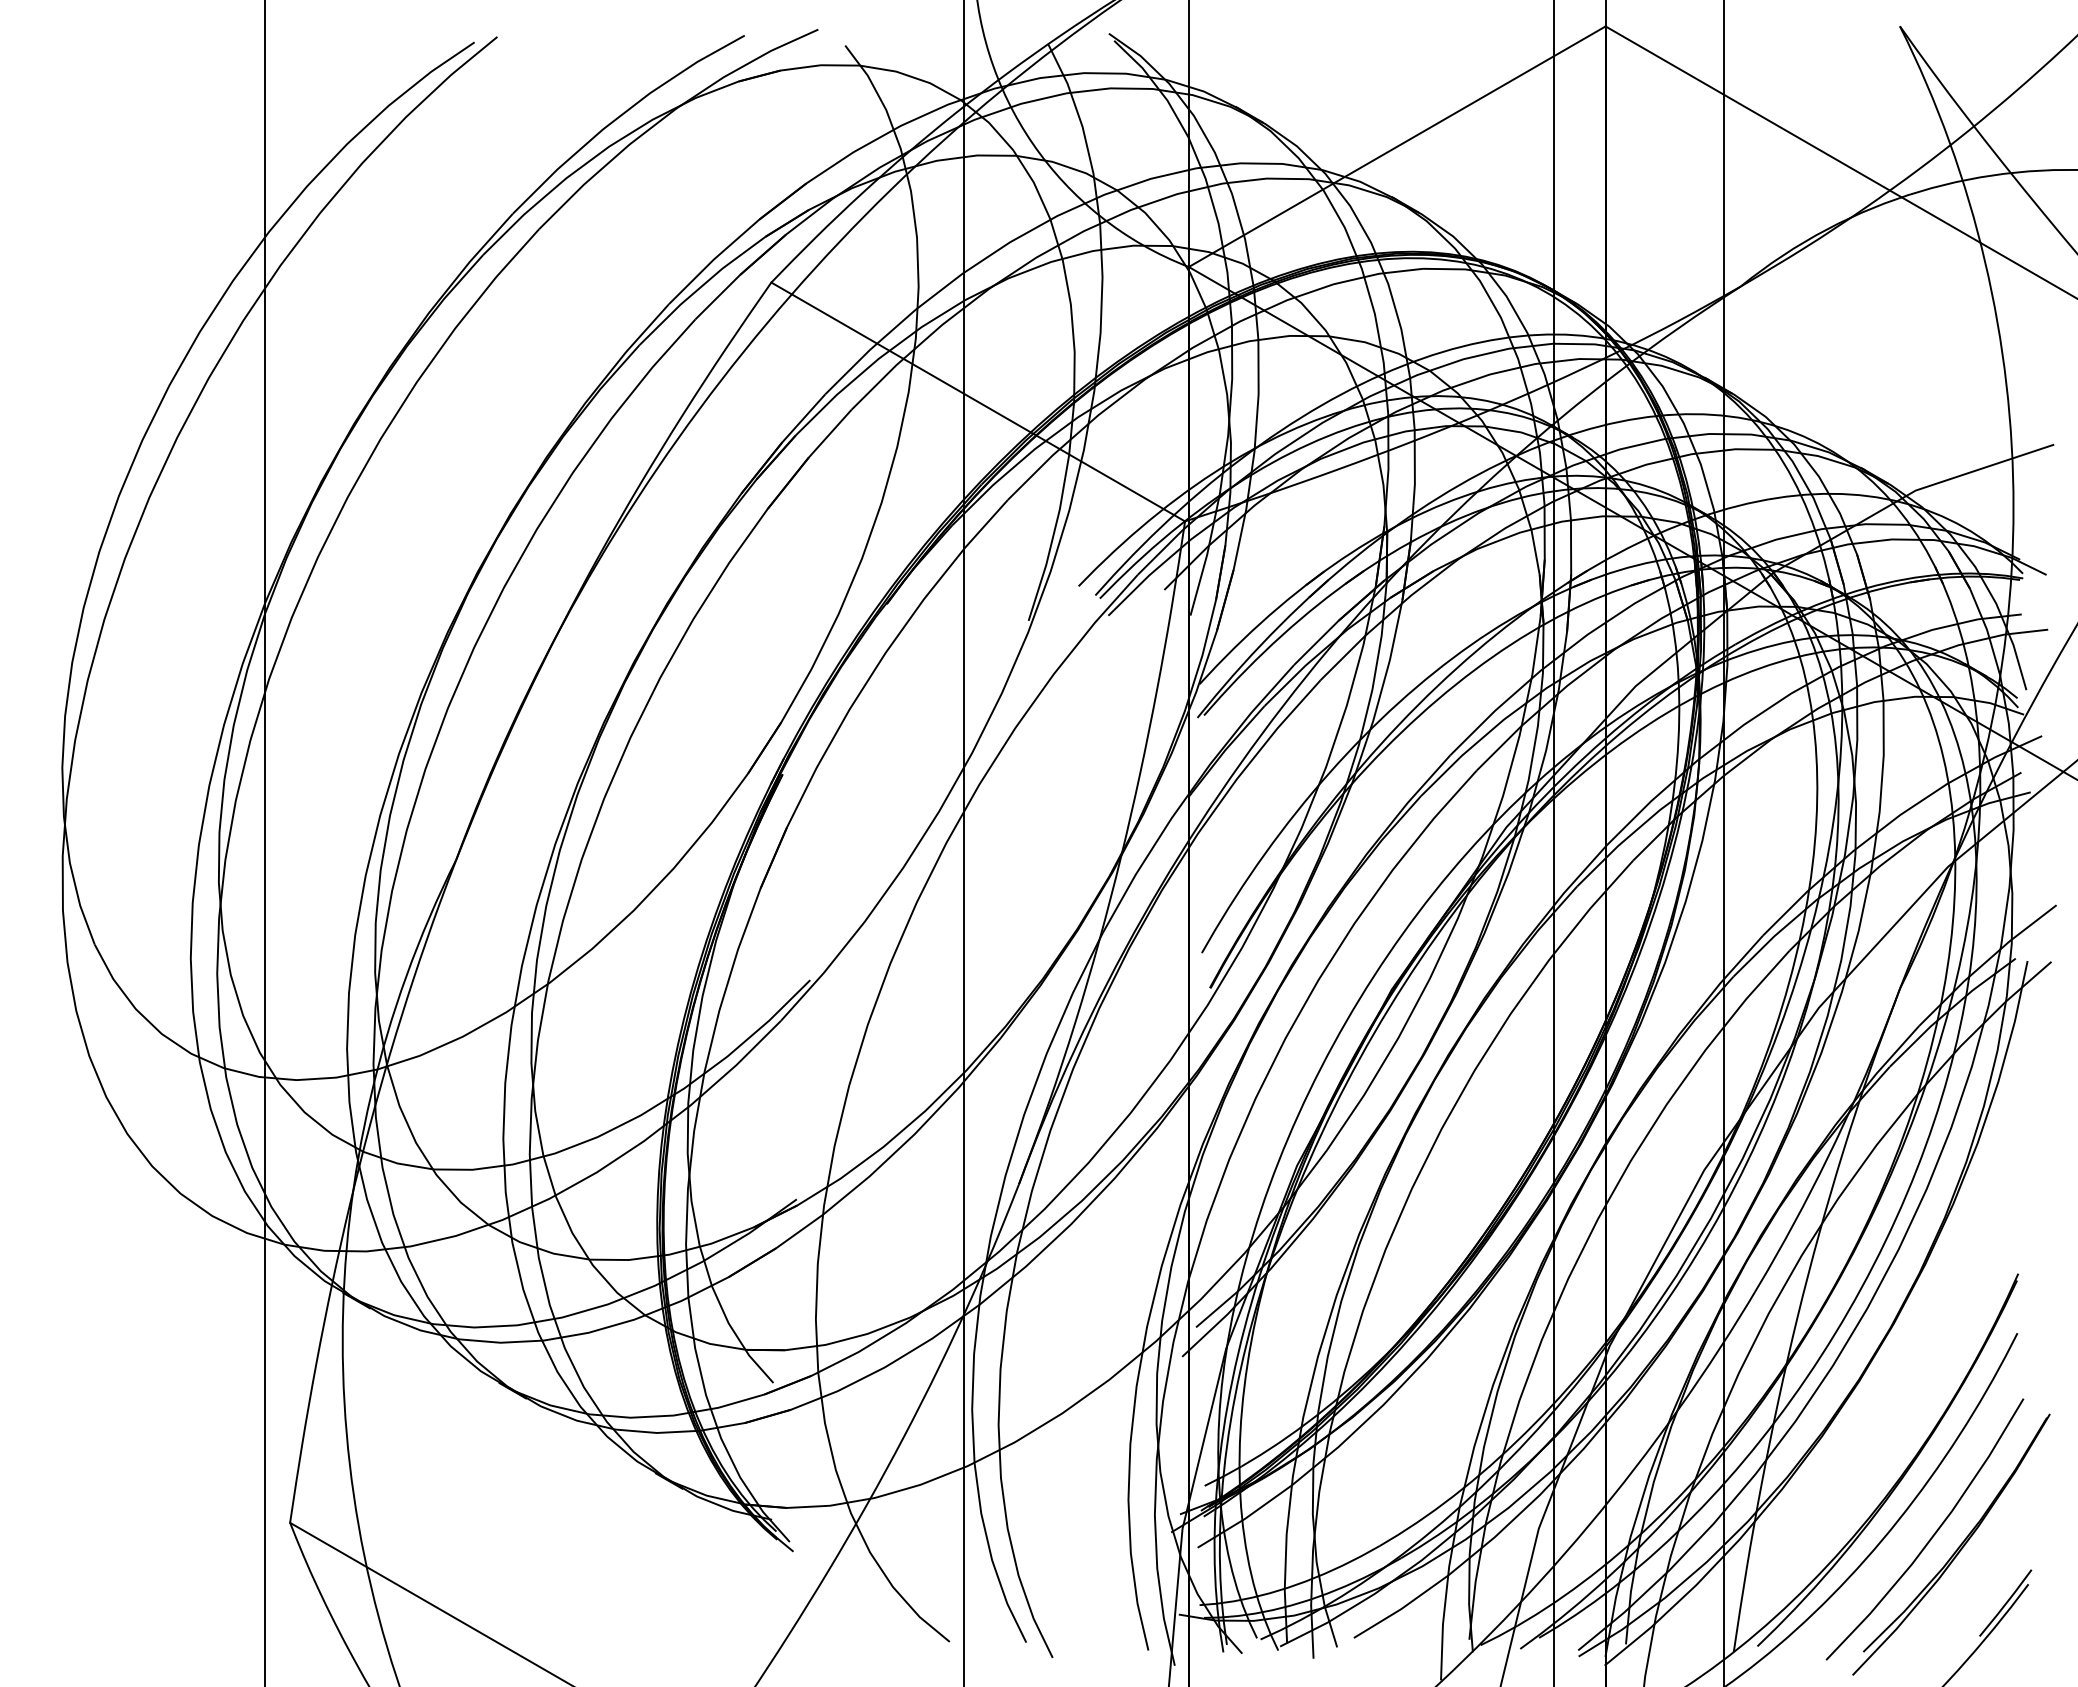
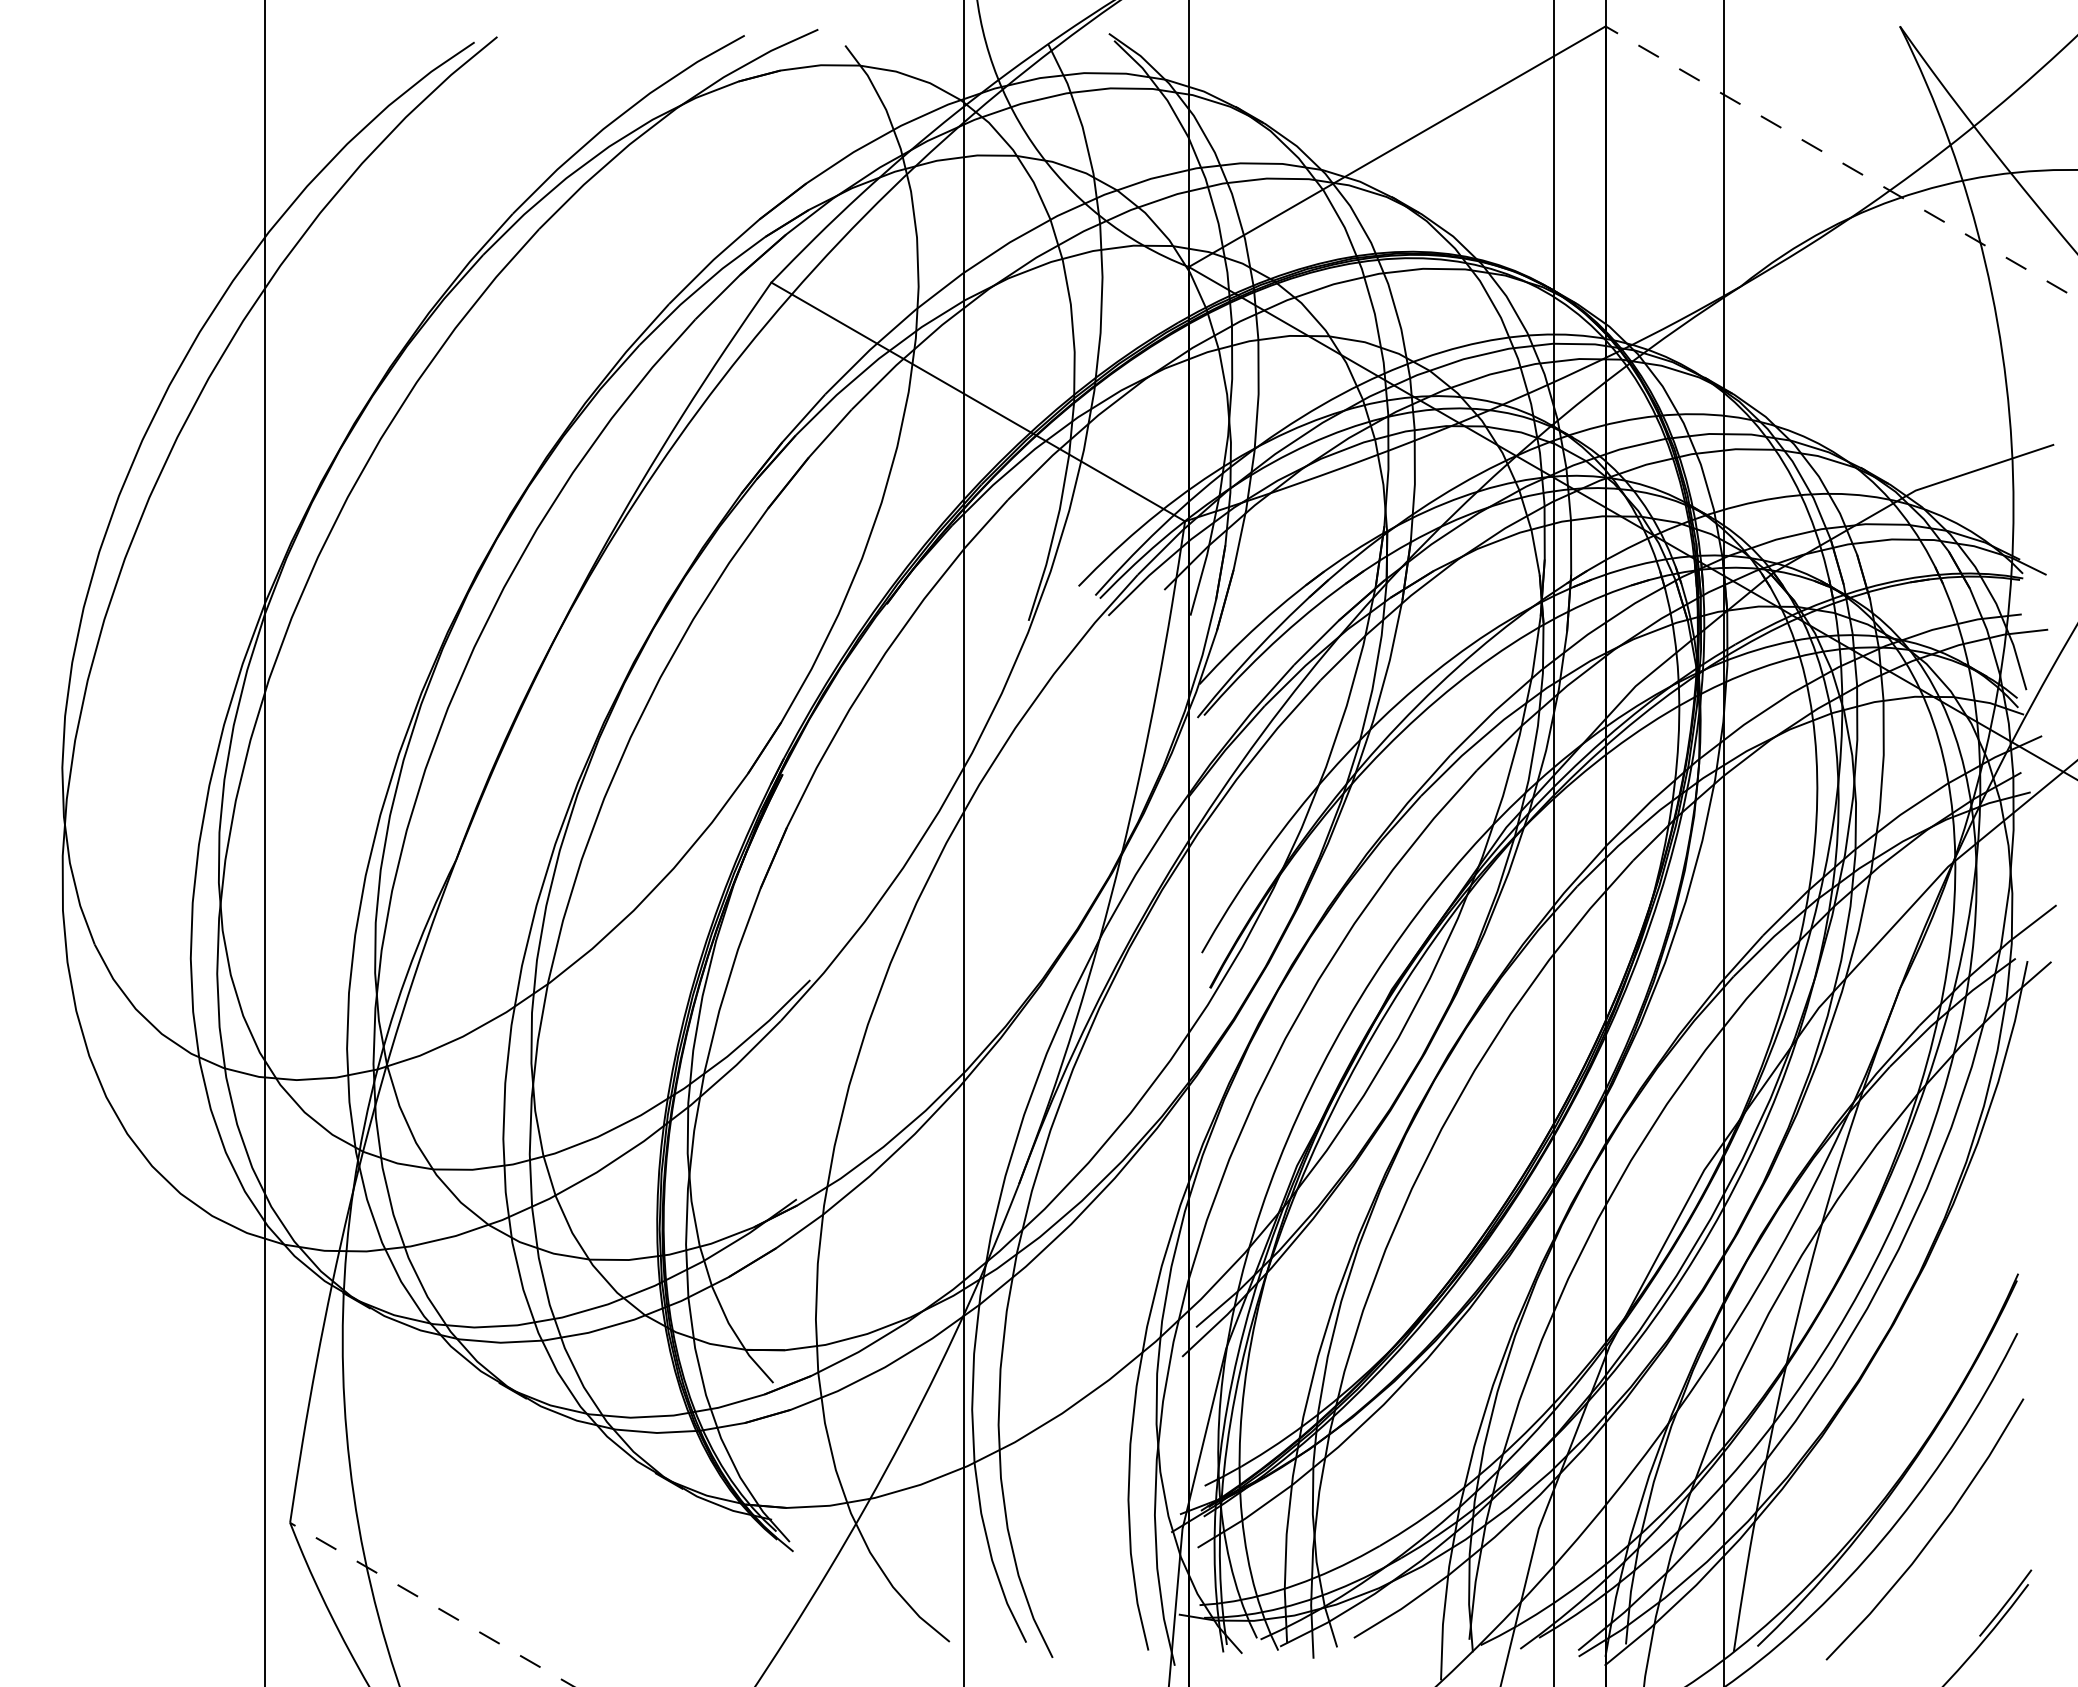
line at (1841, 162): solid -> dashed
part at (1956, 1549): present -> none
line at (432, 1604): solid -> dashed
